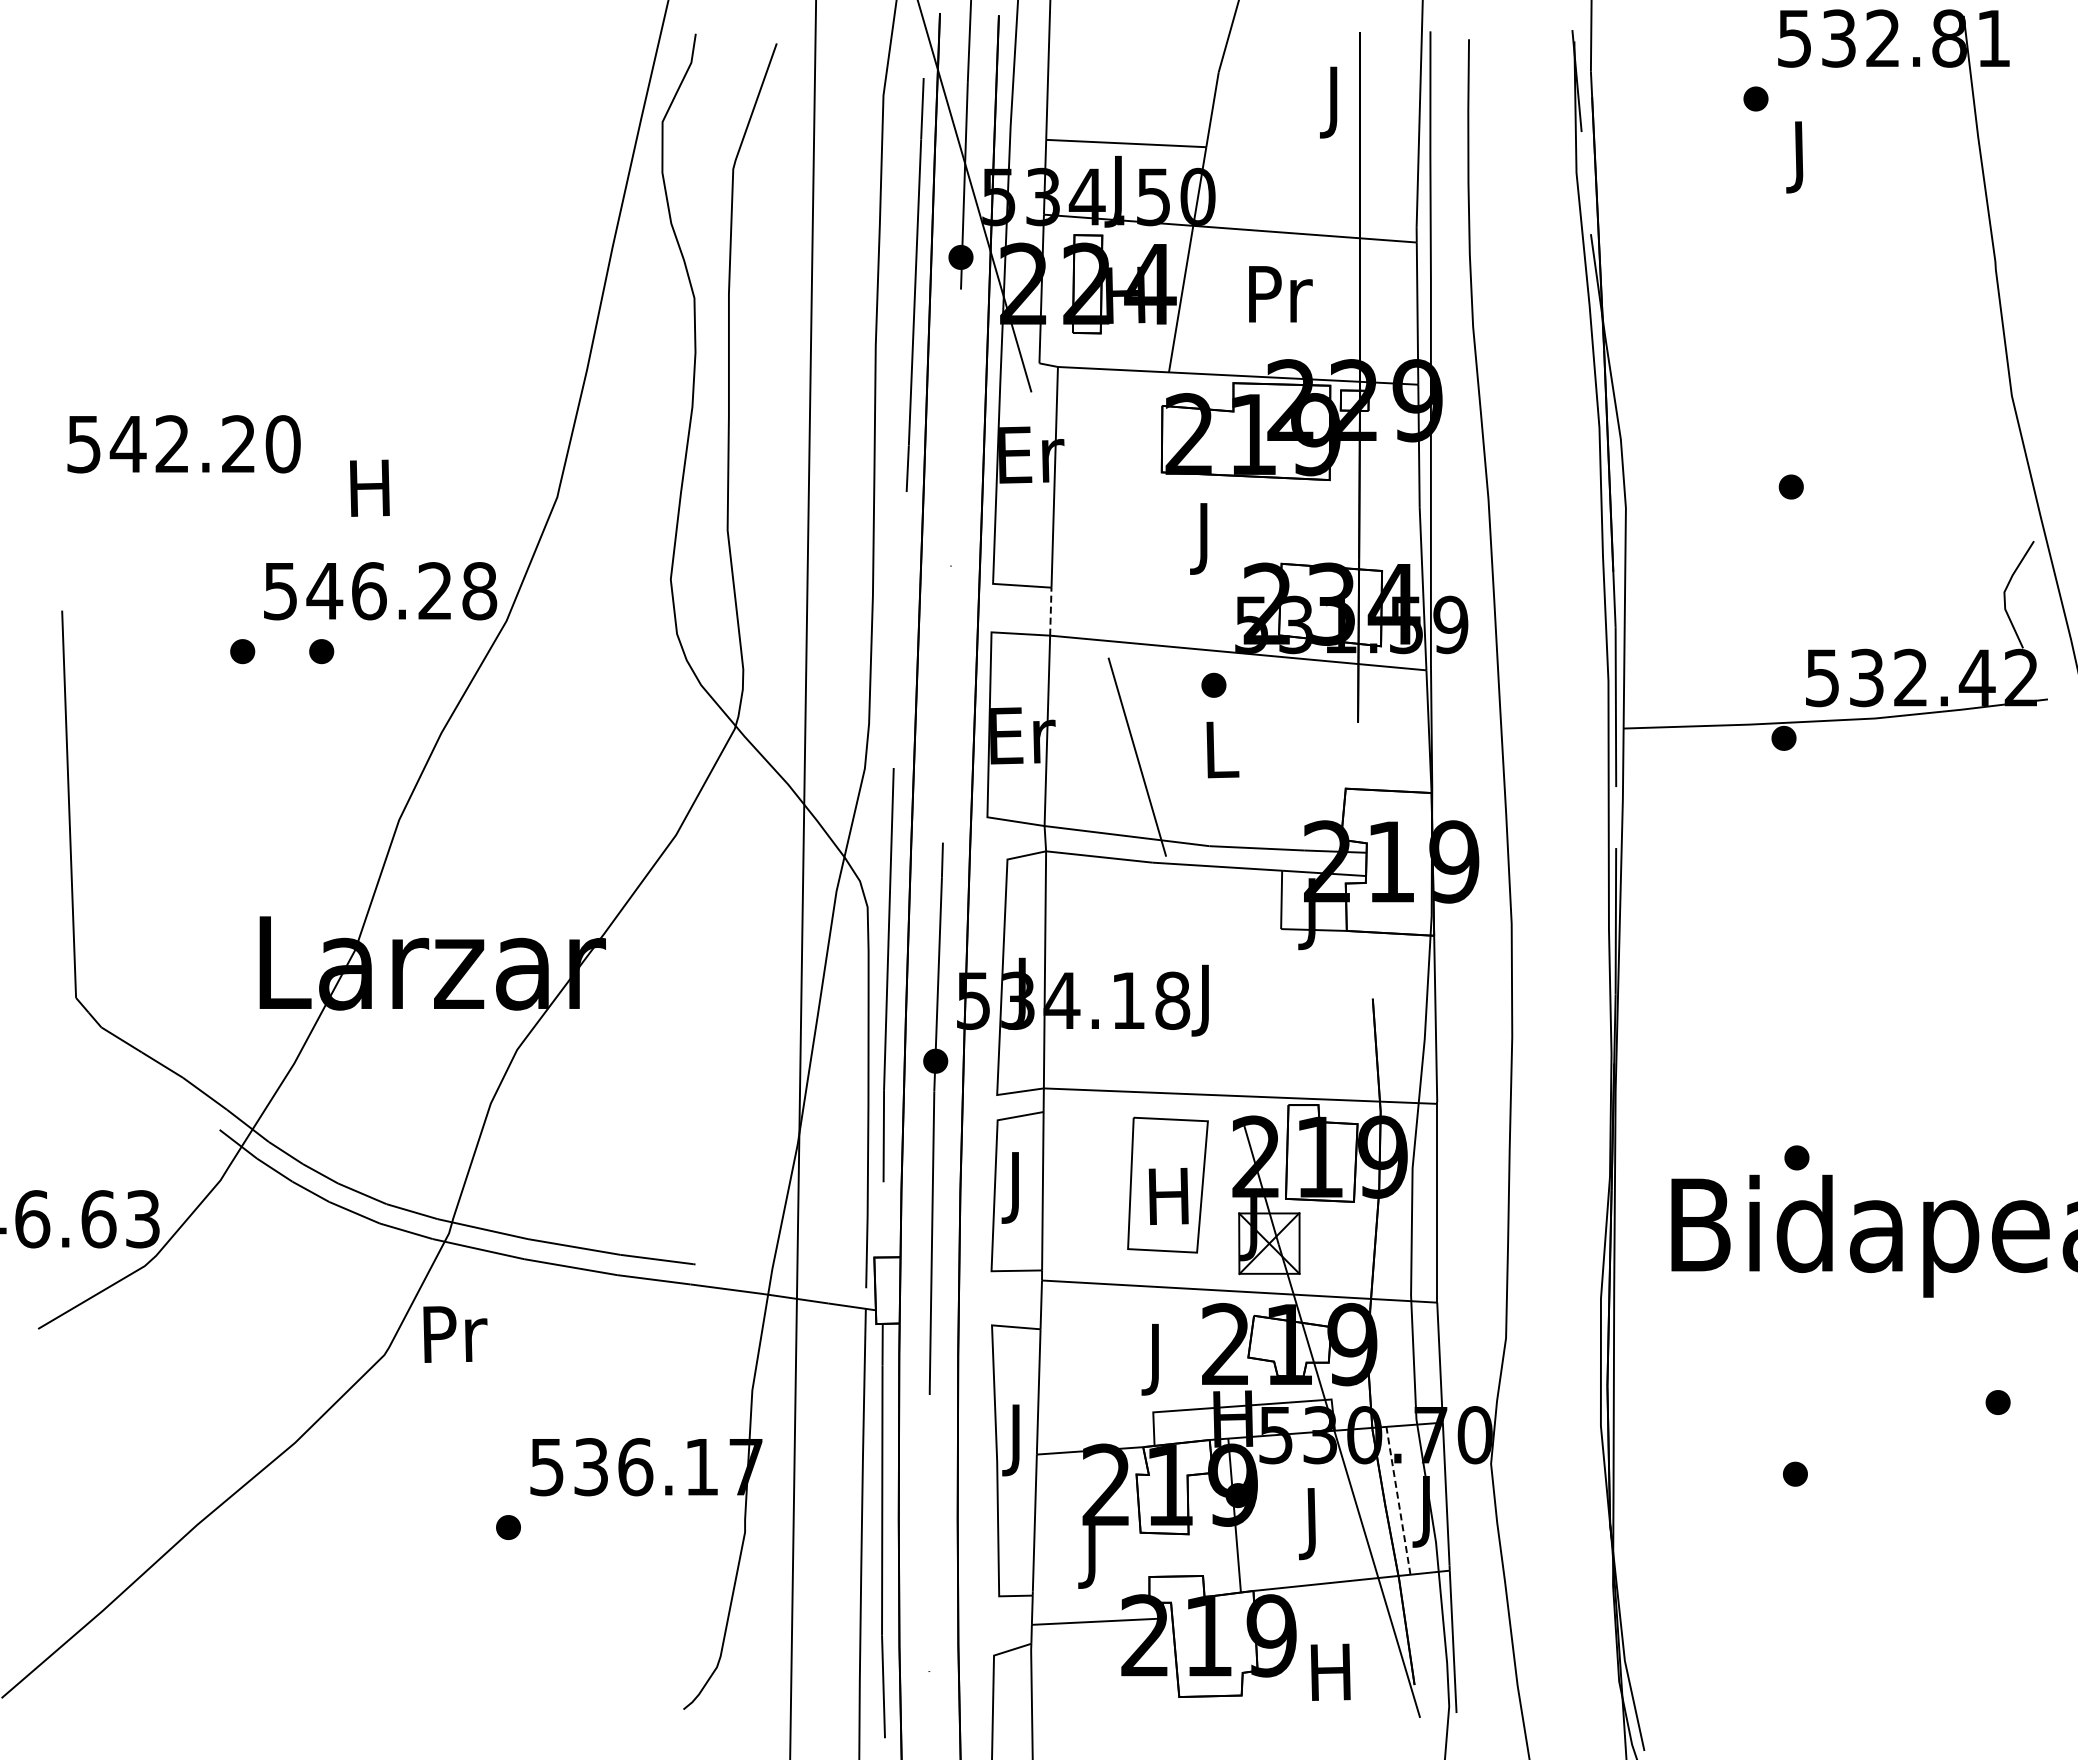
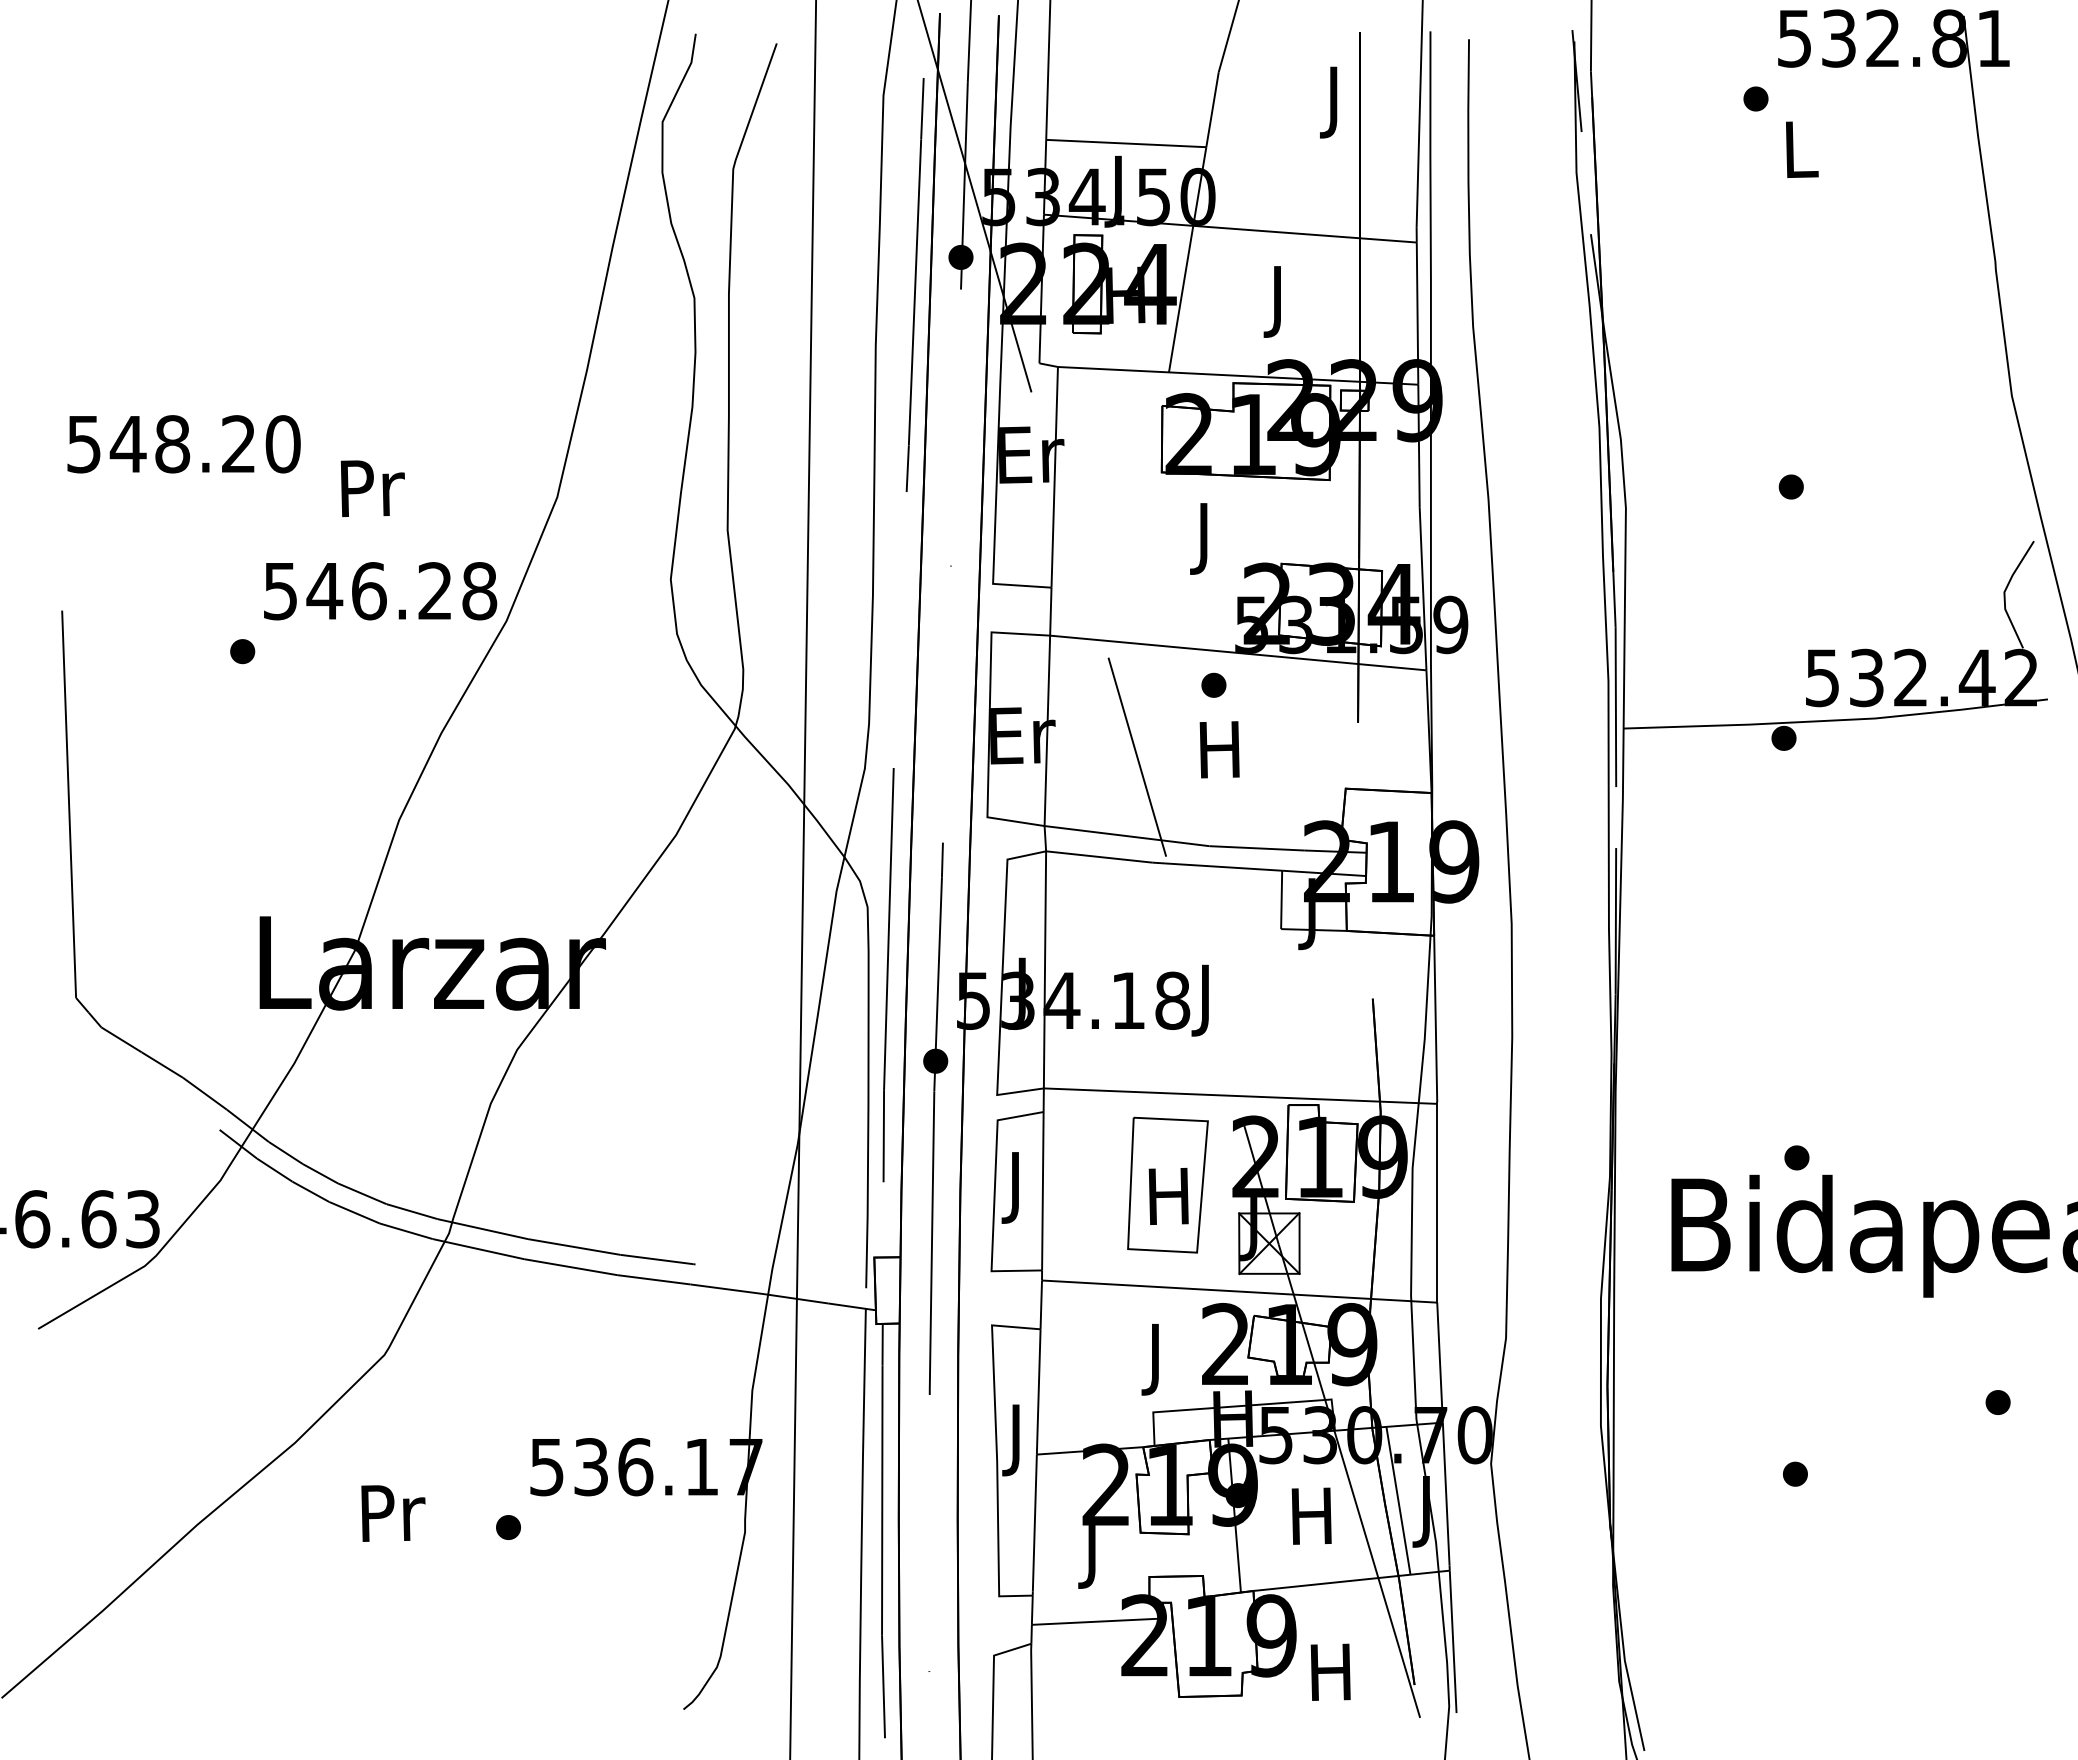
text at (1802, 157): J -> L
text at (1280, 301): Pr -> J
text at (172, 444): 542.20 -> 548.20
text at (372, 488): H -> Pr
line at (1050, 611): dashed -> solid
part at (321, 651): present -> none
text at (1219, 749): L -> H
text at (455, 1334) position: (455, 1334) -> (393, 1513)
line at (1398, 1500): dashed -> solid
text at (1311, 1523): J -> H
